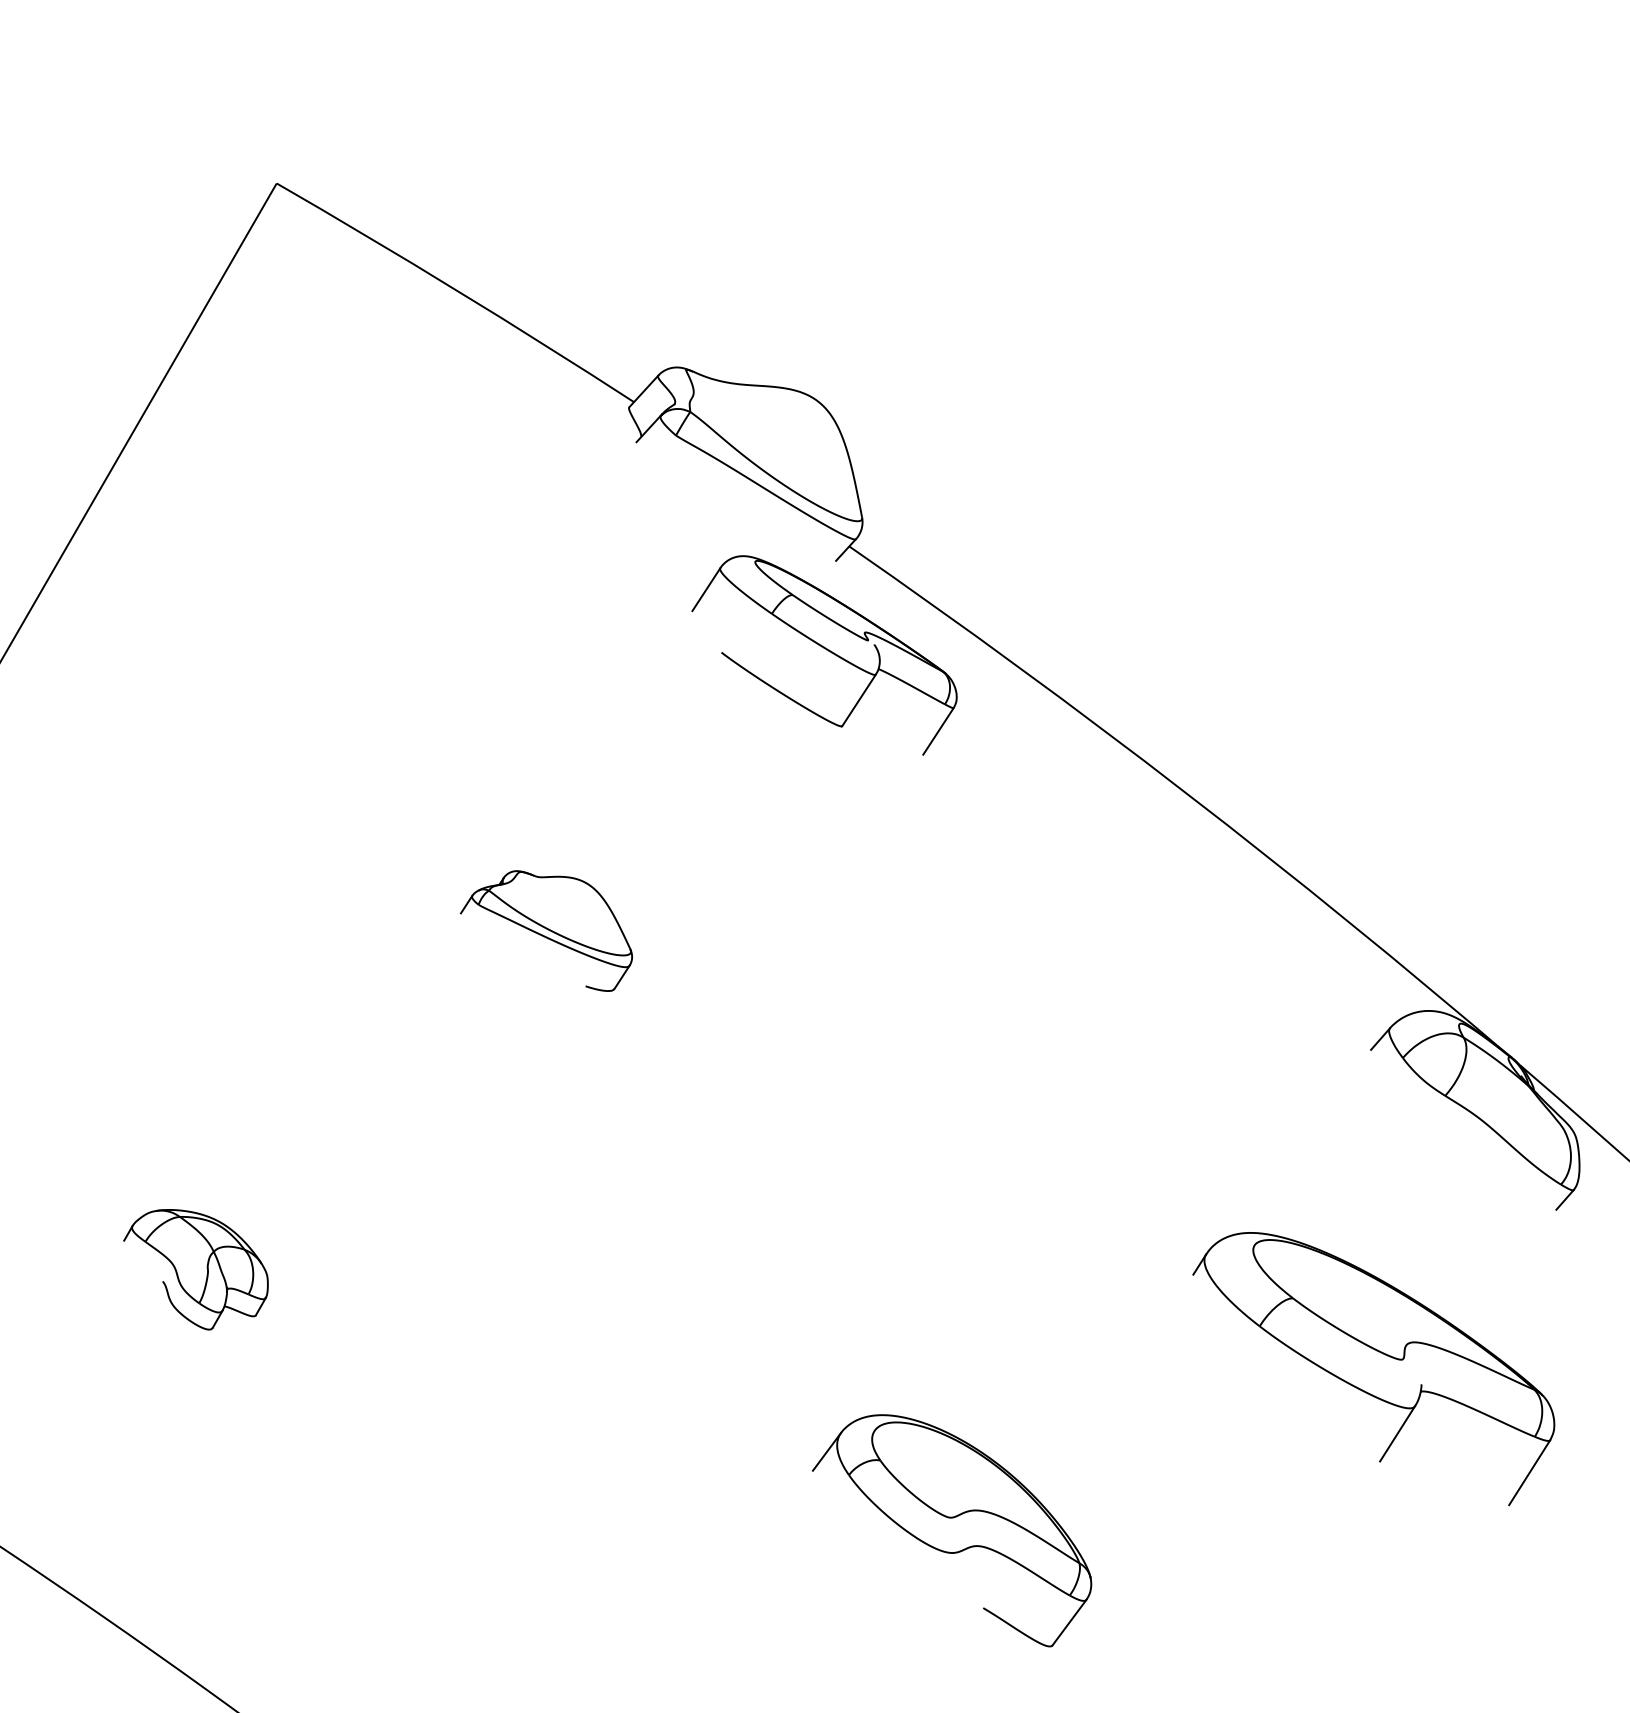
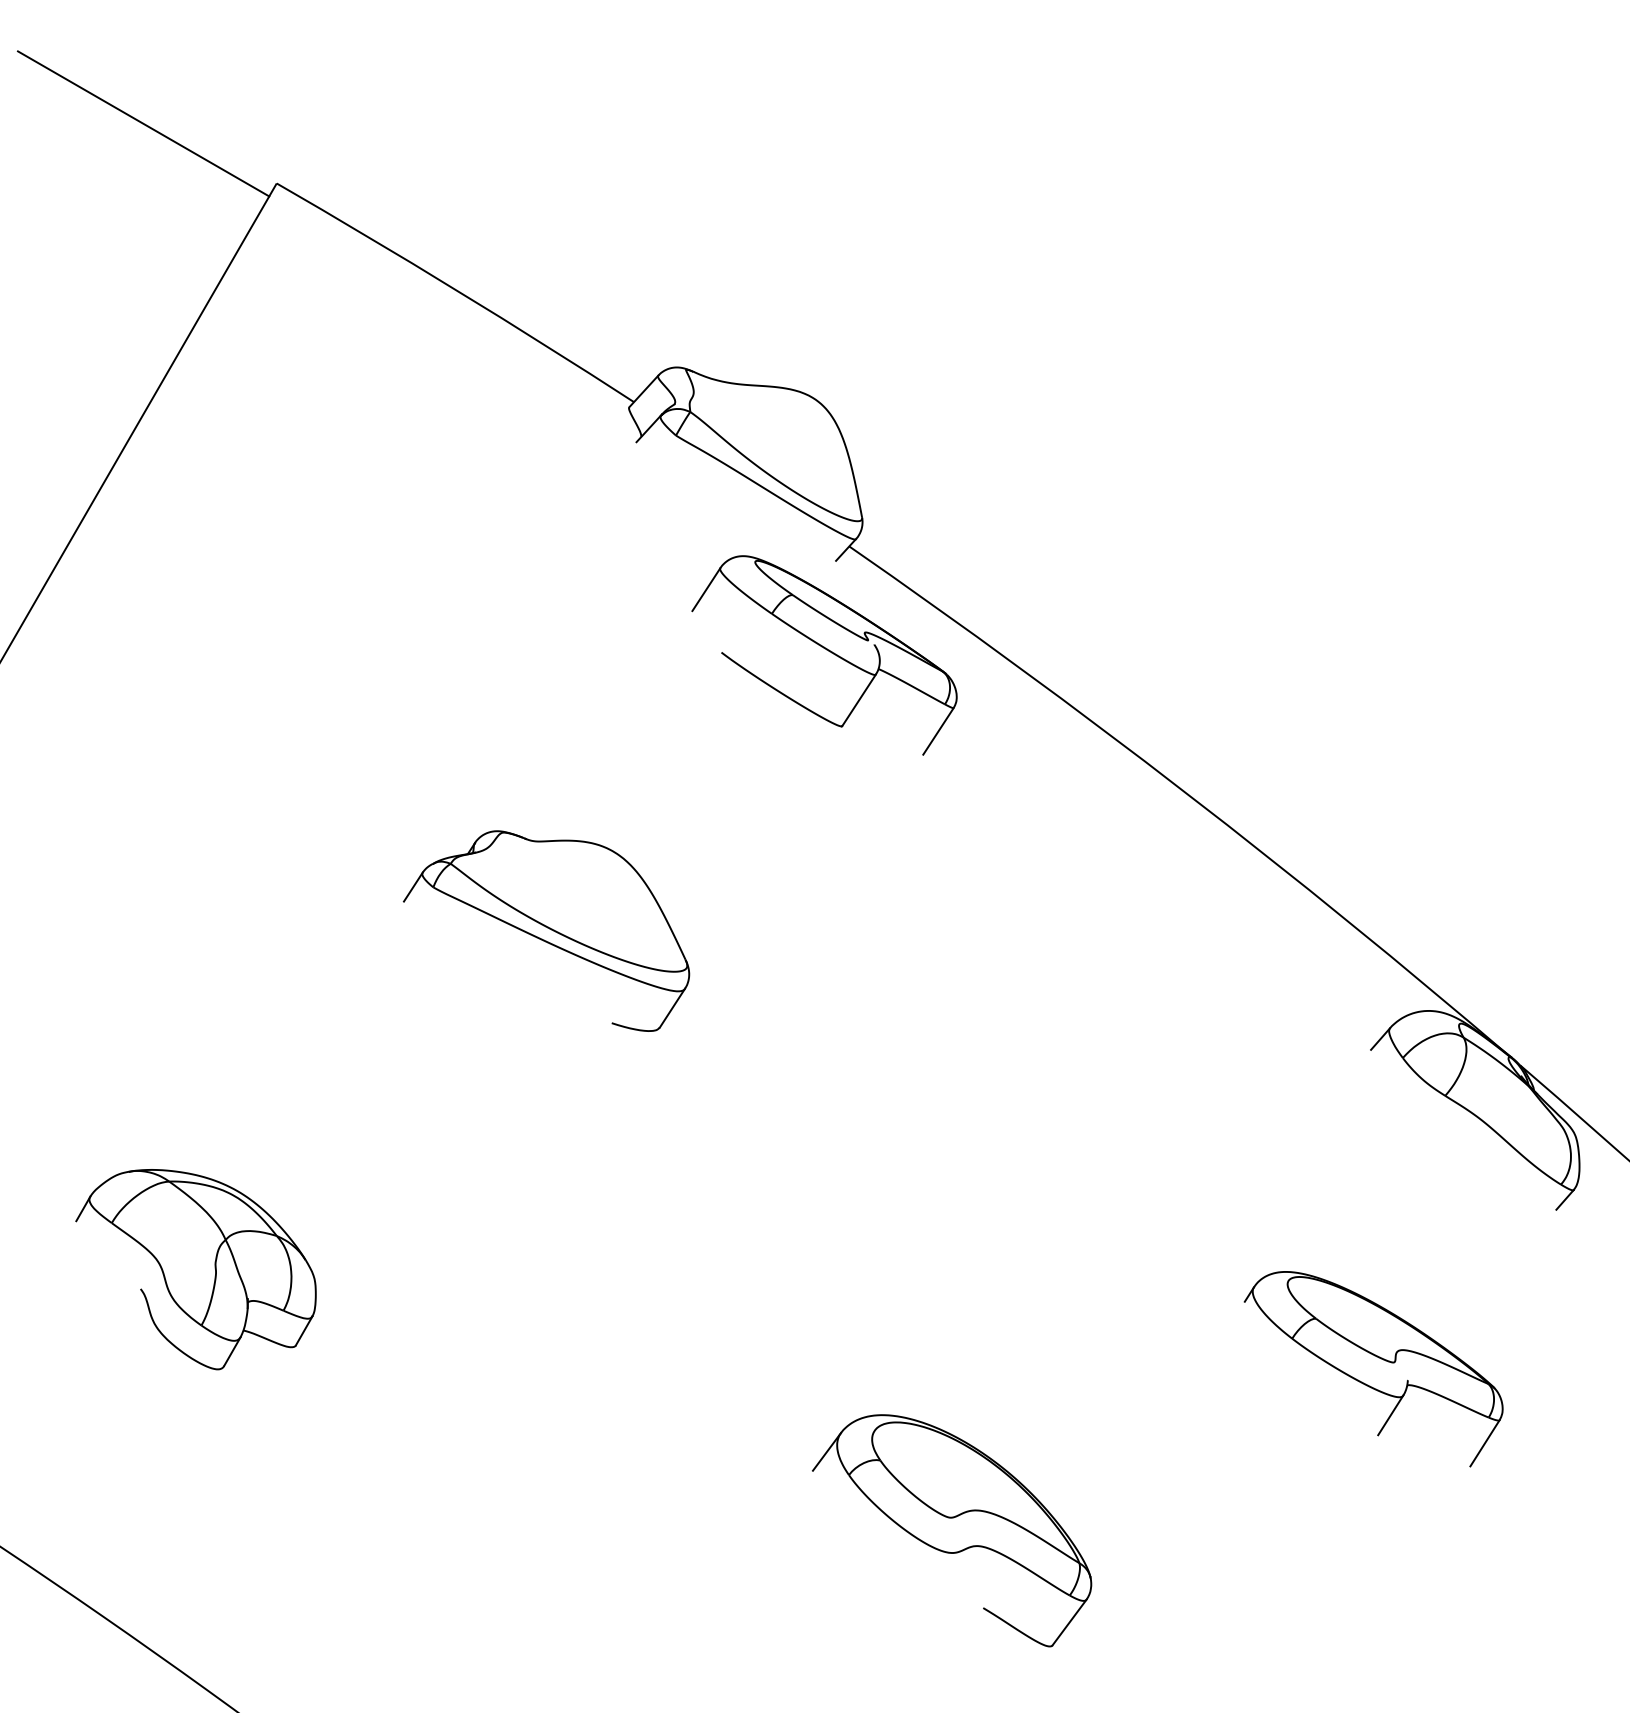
line at (143, 123): none -> present
part at (545, 930) size: 174x122 px -> 289x202 px
part at (195, 1269) size: 146x122 px -> 242x202 px
part at (1373, 1369) size: 364x275 px -> 261x197 px
